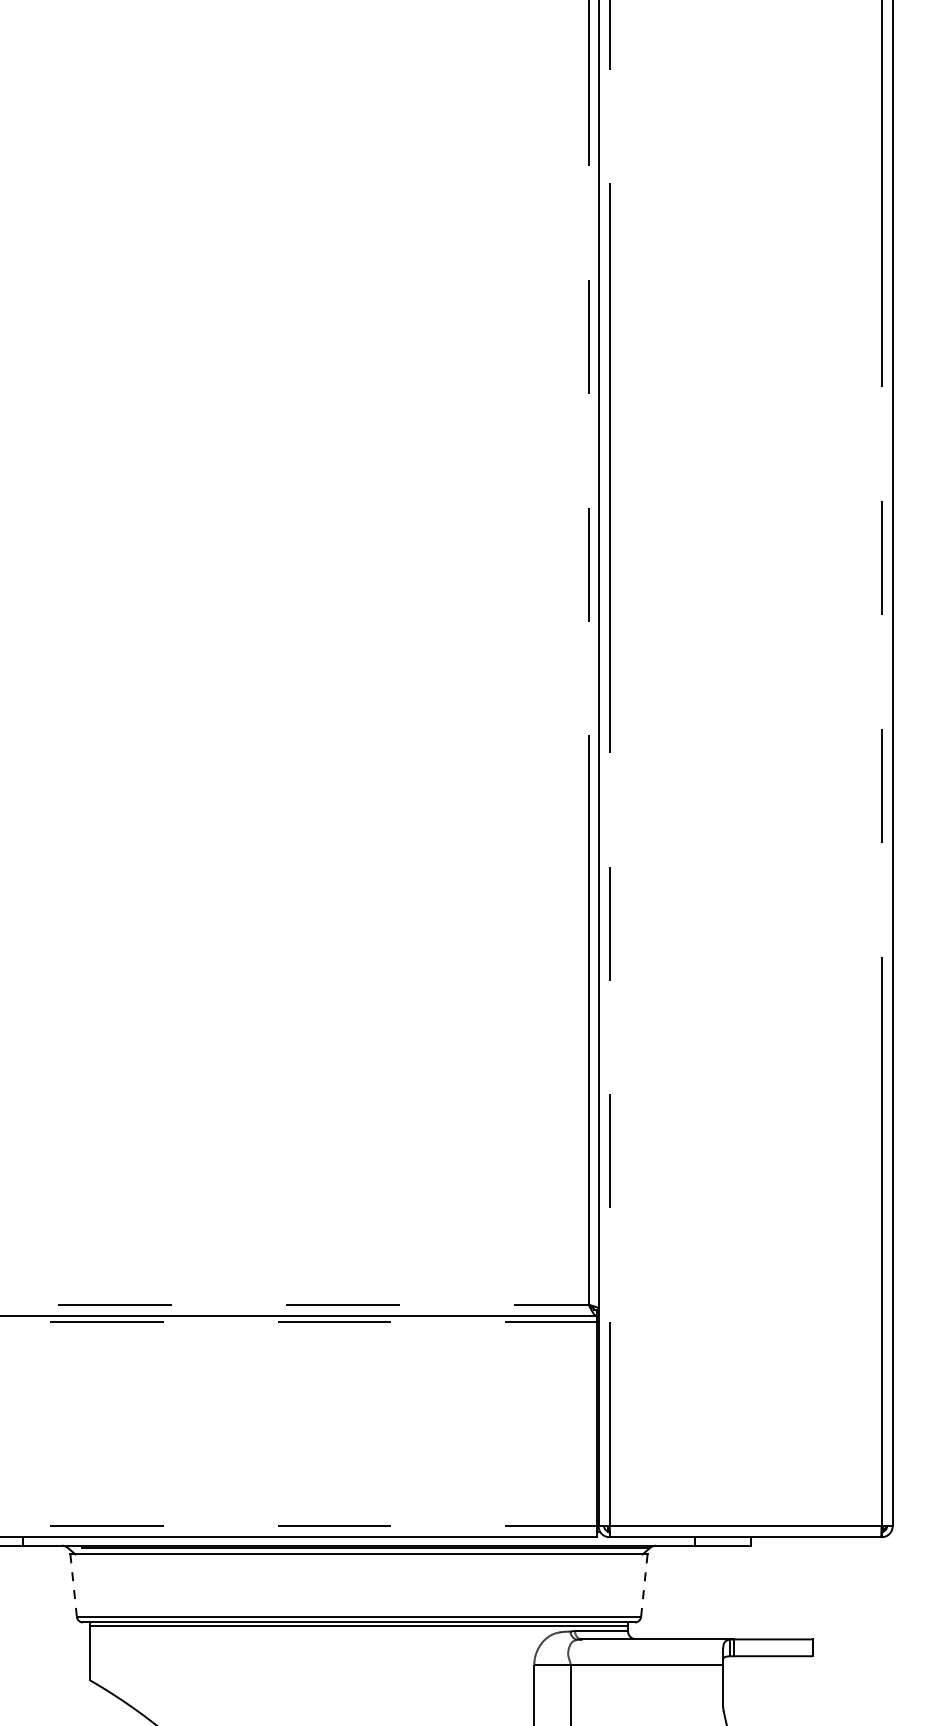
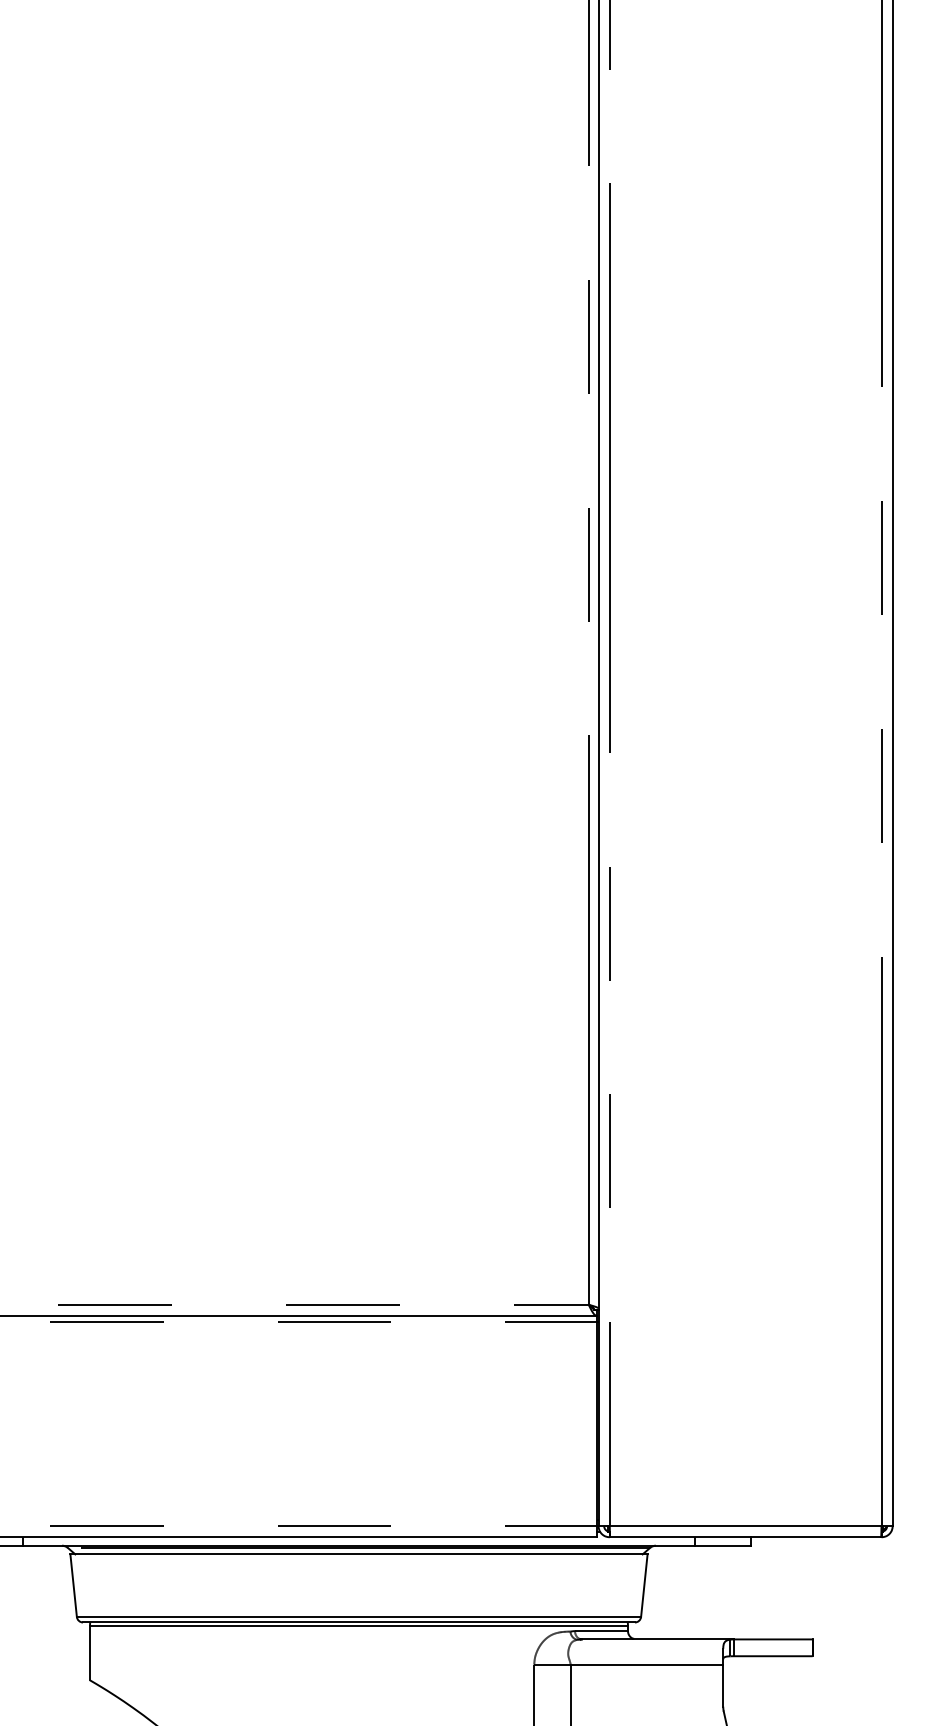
line at (644, 1585): dashed -> solid
line at (73, 1586): dashed -> solid
